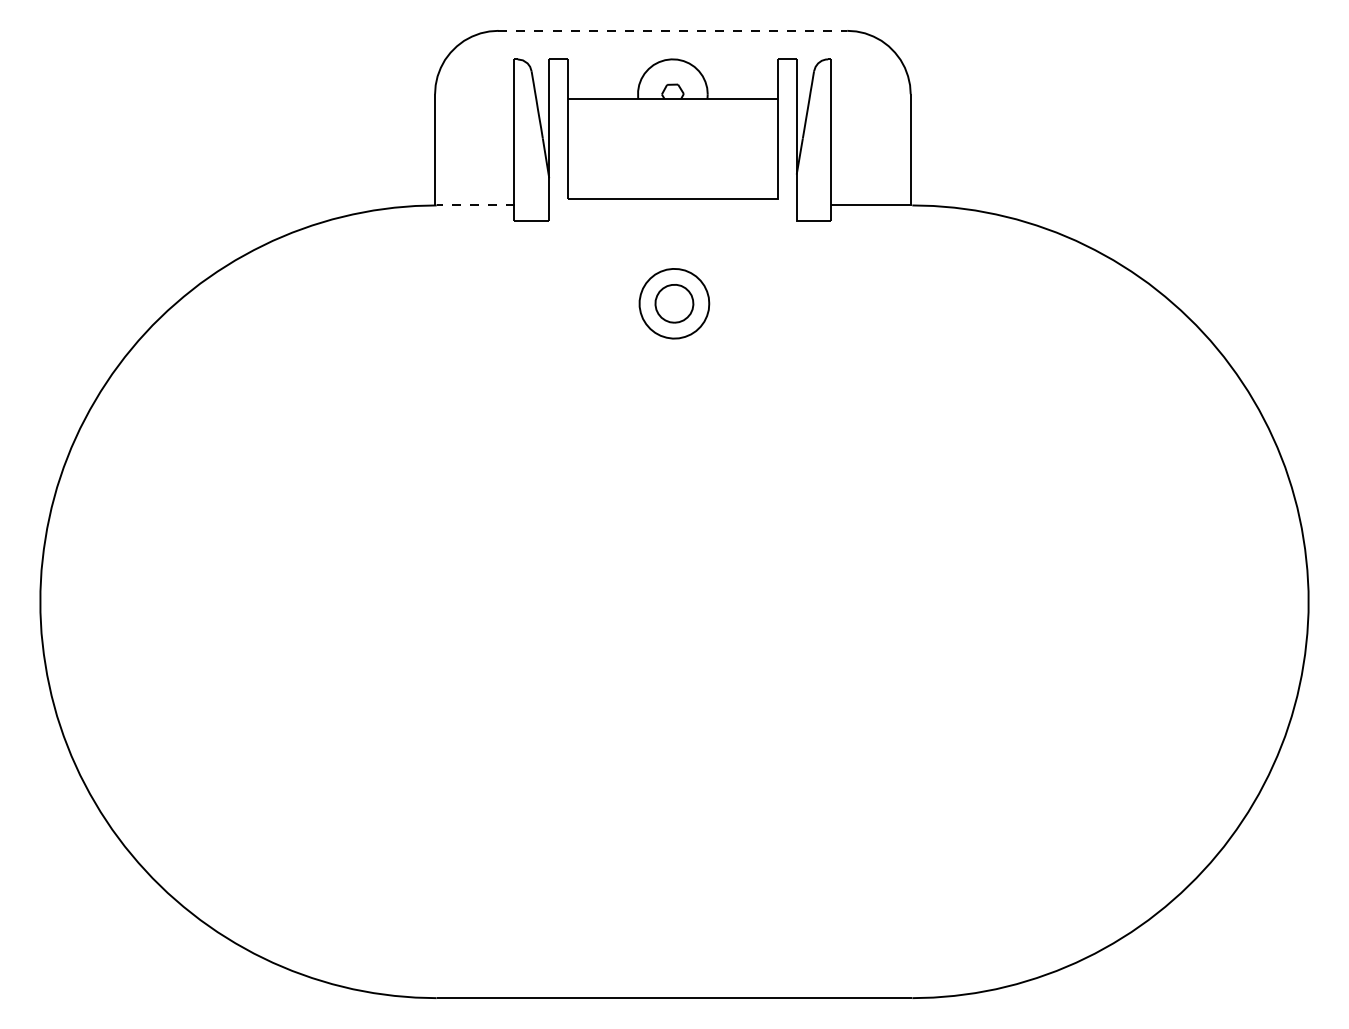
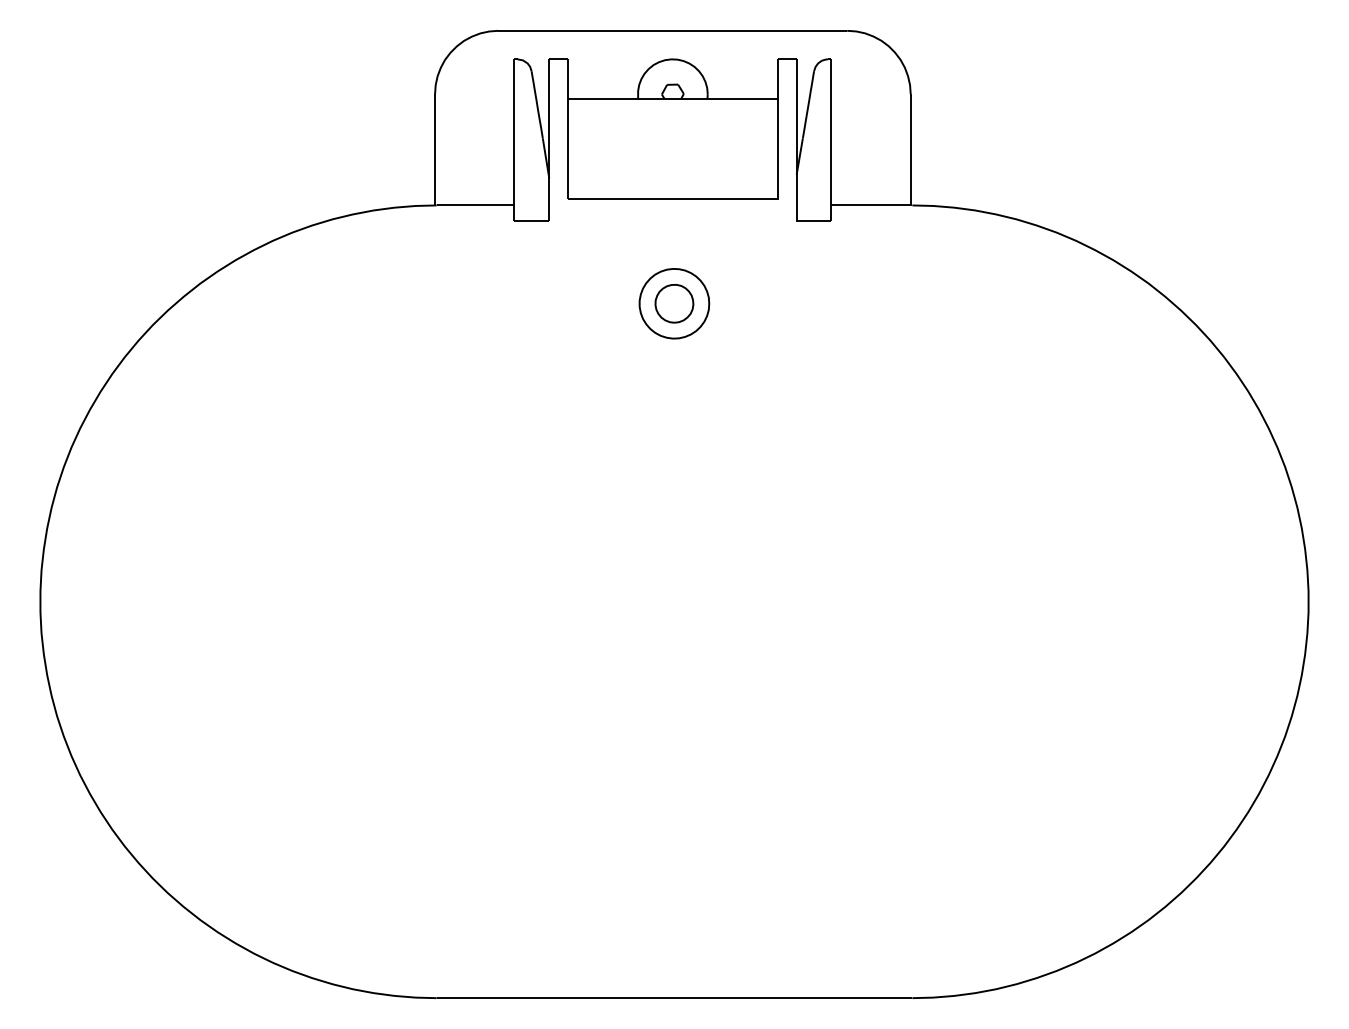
line at (673, 30): dashed -> solid
line at (475, 205): dashed -> solid
